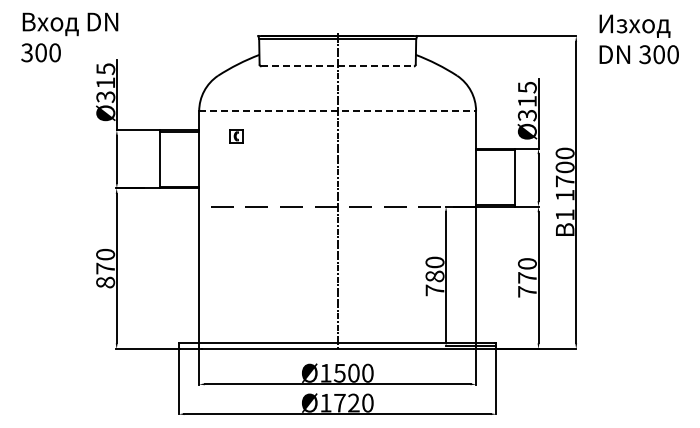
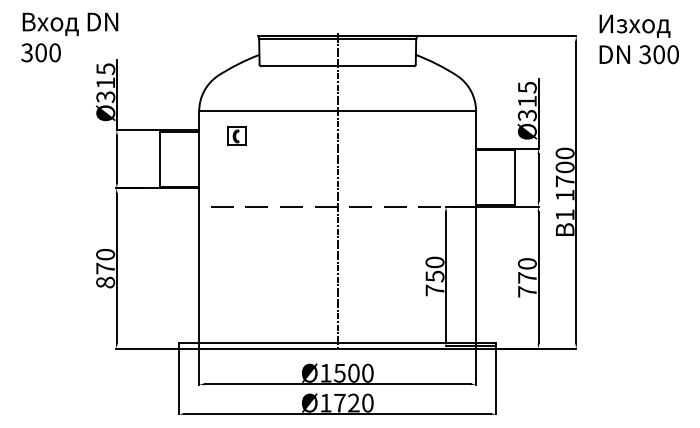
line at (338, 66): dashed -> solid
line at (338, 111): dashed -> solid
part at (236, 136) size: 15x15 px -> 20x20 px
text at (434, 276): 780 -> 750
